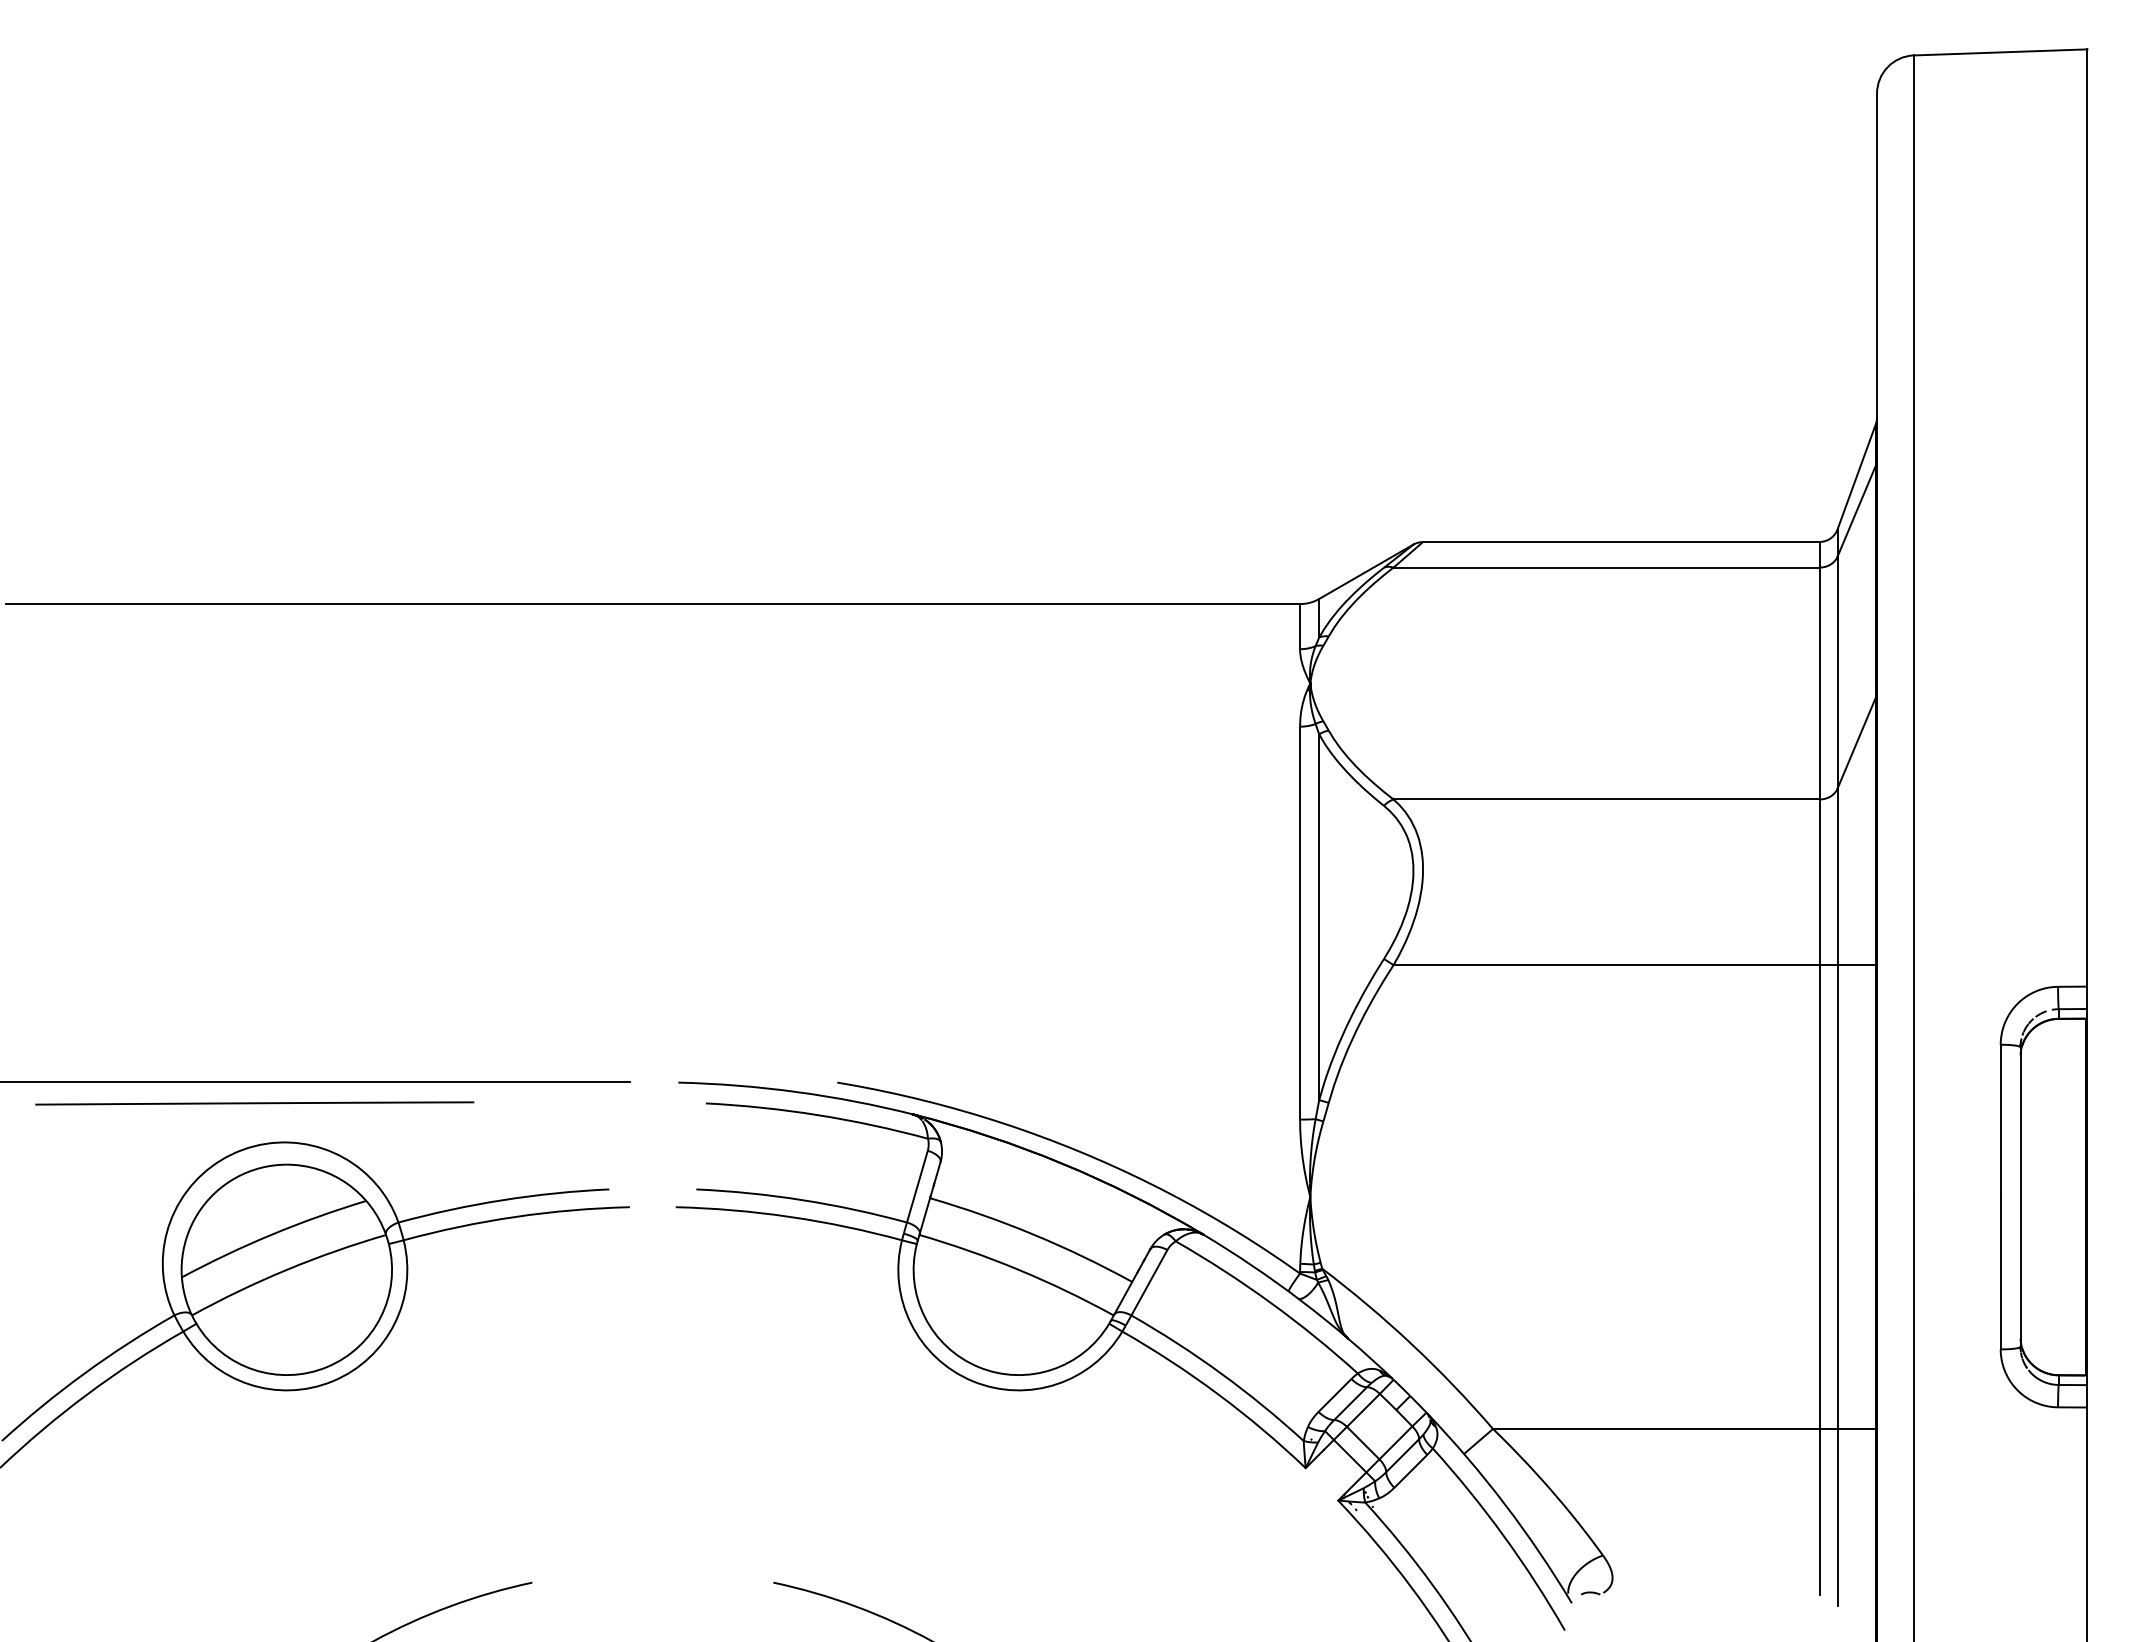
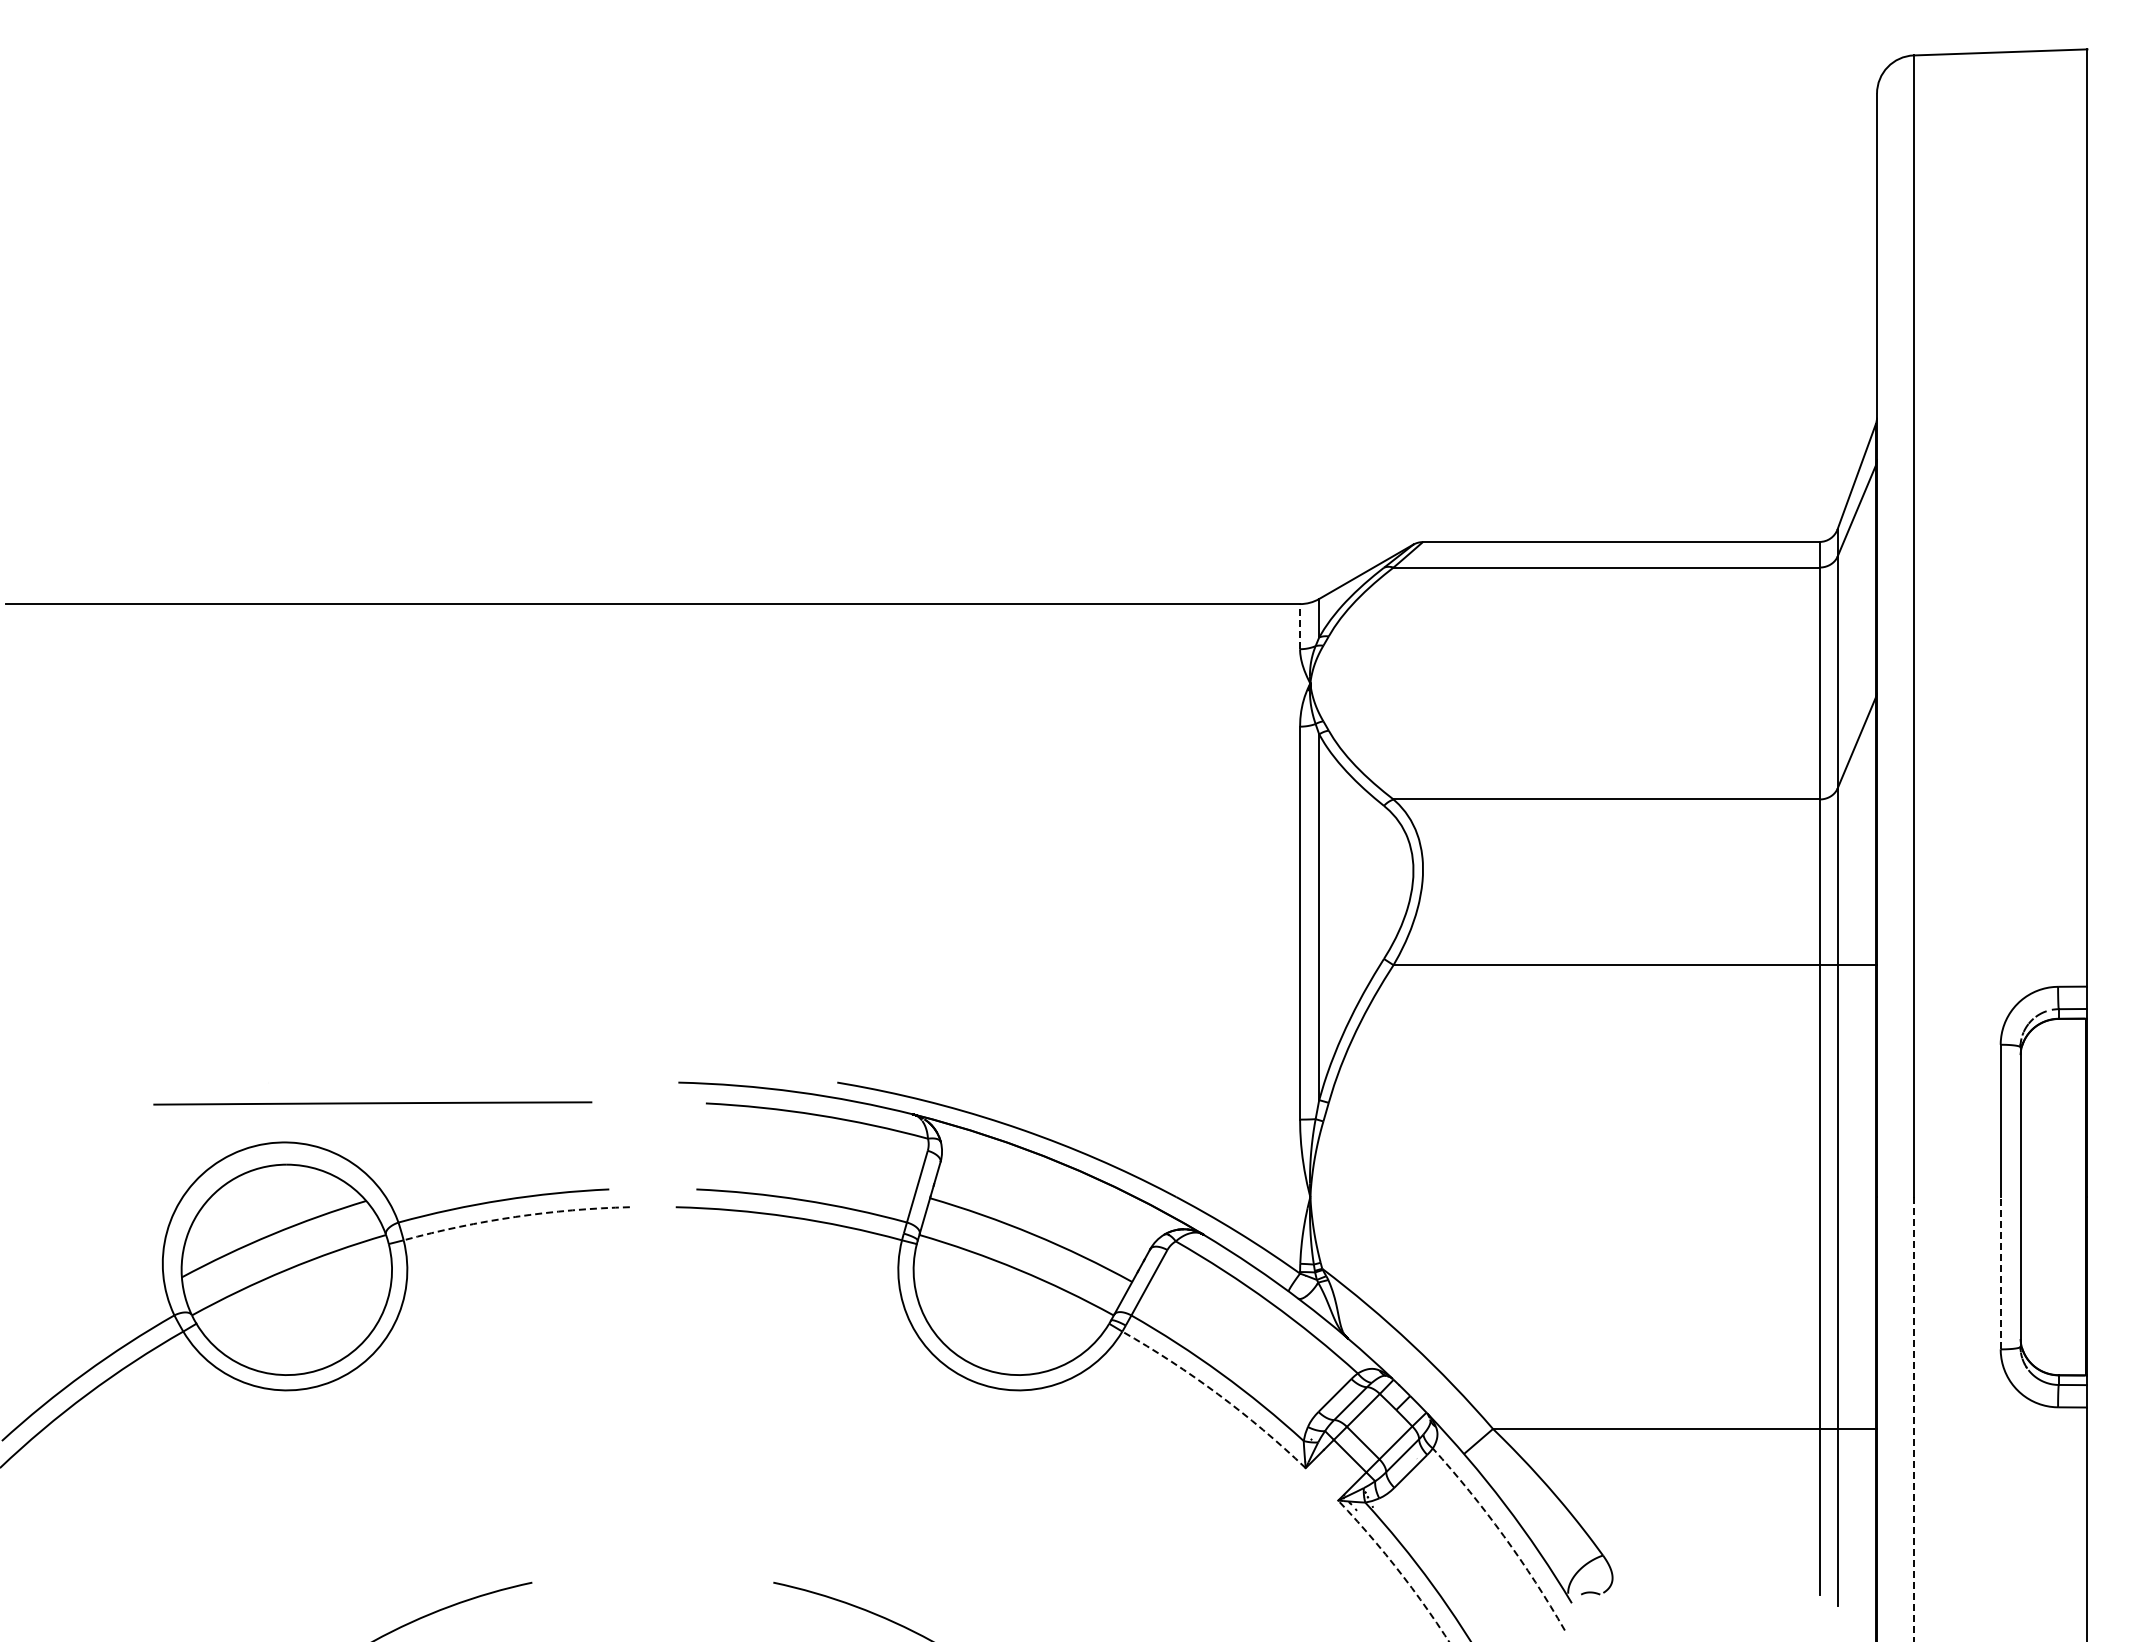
line at (1300, 626): solid -> dashed
line at (315, 1082): present -> none
line at (254, 1103) position: (254, 1103) -> (372, 1103)
arc at (515, 1216): solid -> dashed
line at (2000, 1272): solid -> dashed
arc at (1218, 1394): solid -> dashed
line at (1913, 1420): solid -> dashed
arc at (1503, 1535): solid -> dashed
arc at (1396, 1568): solid -> dashed
